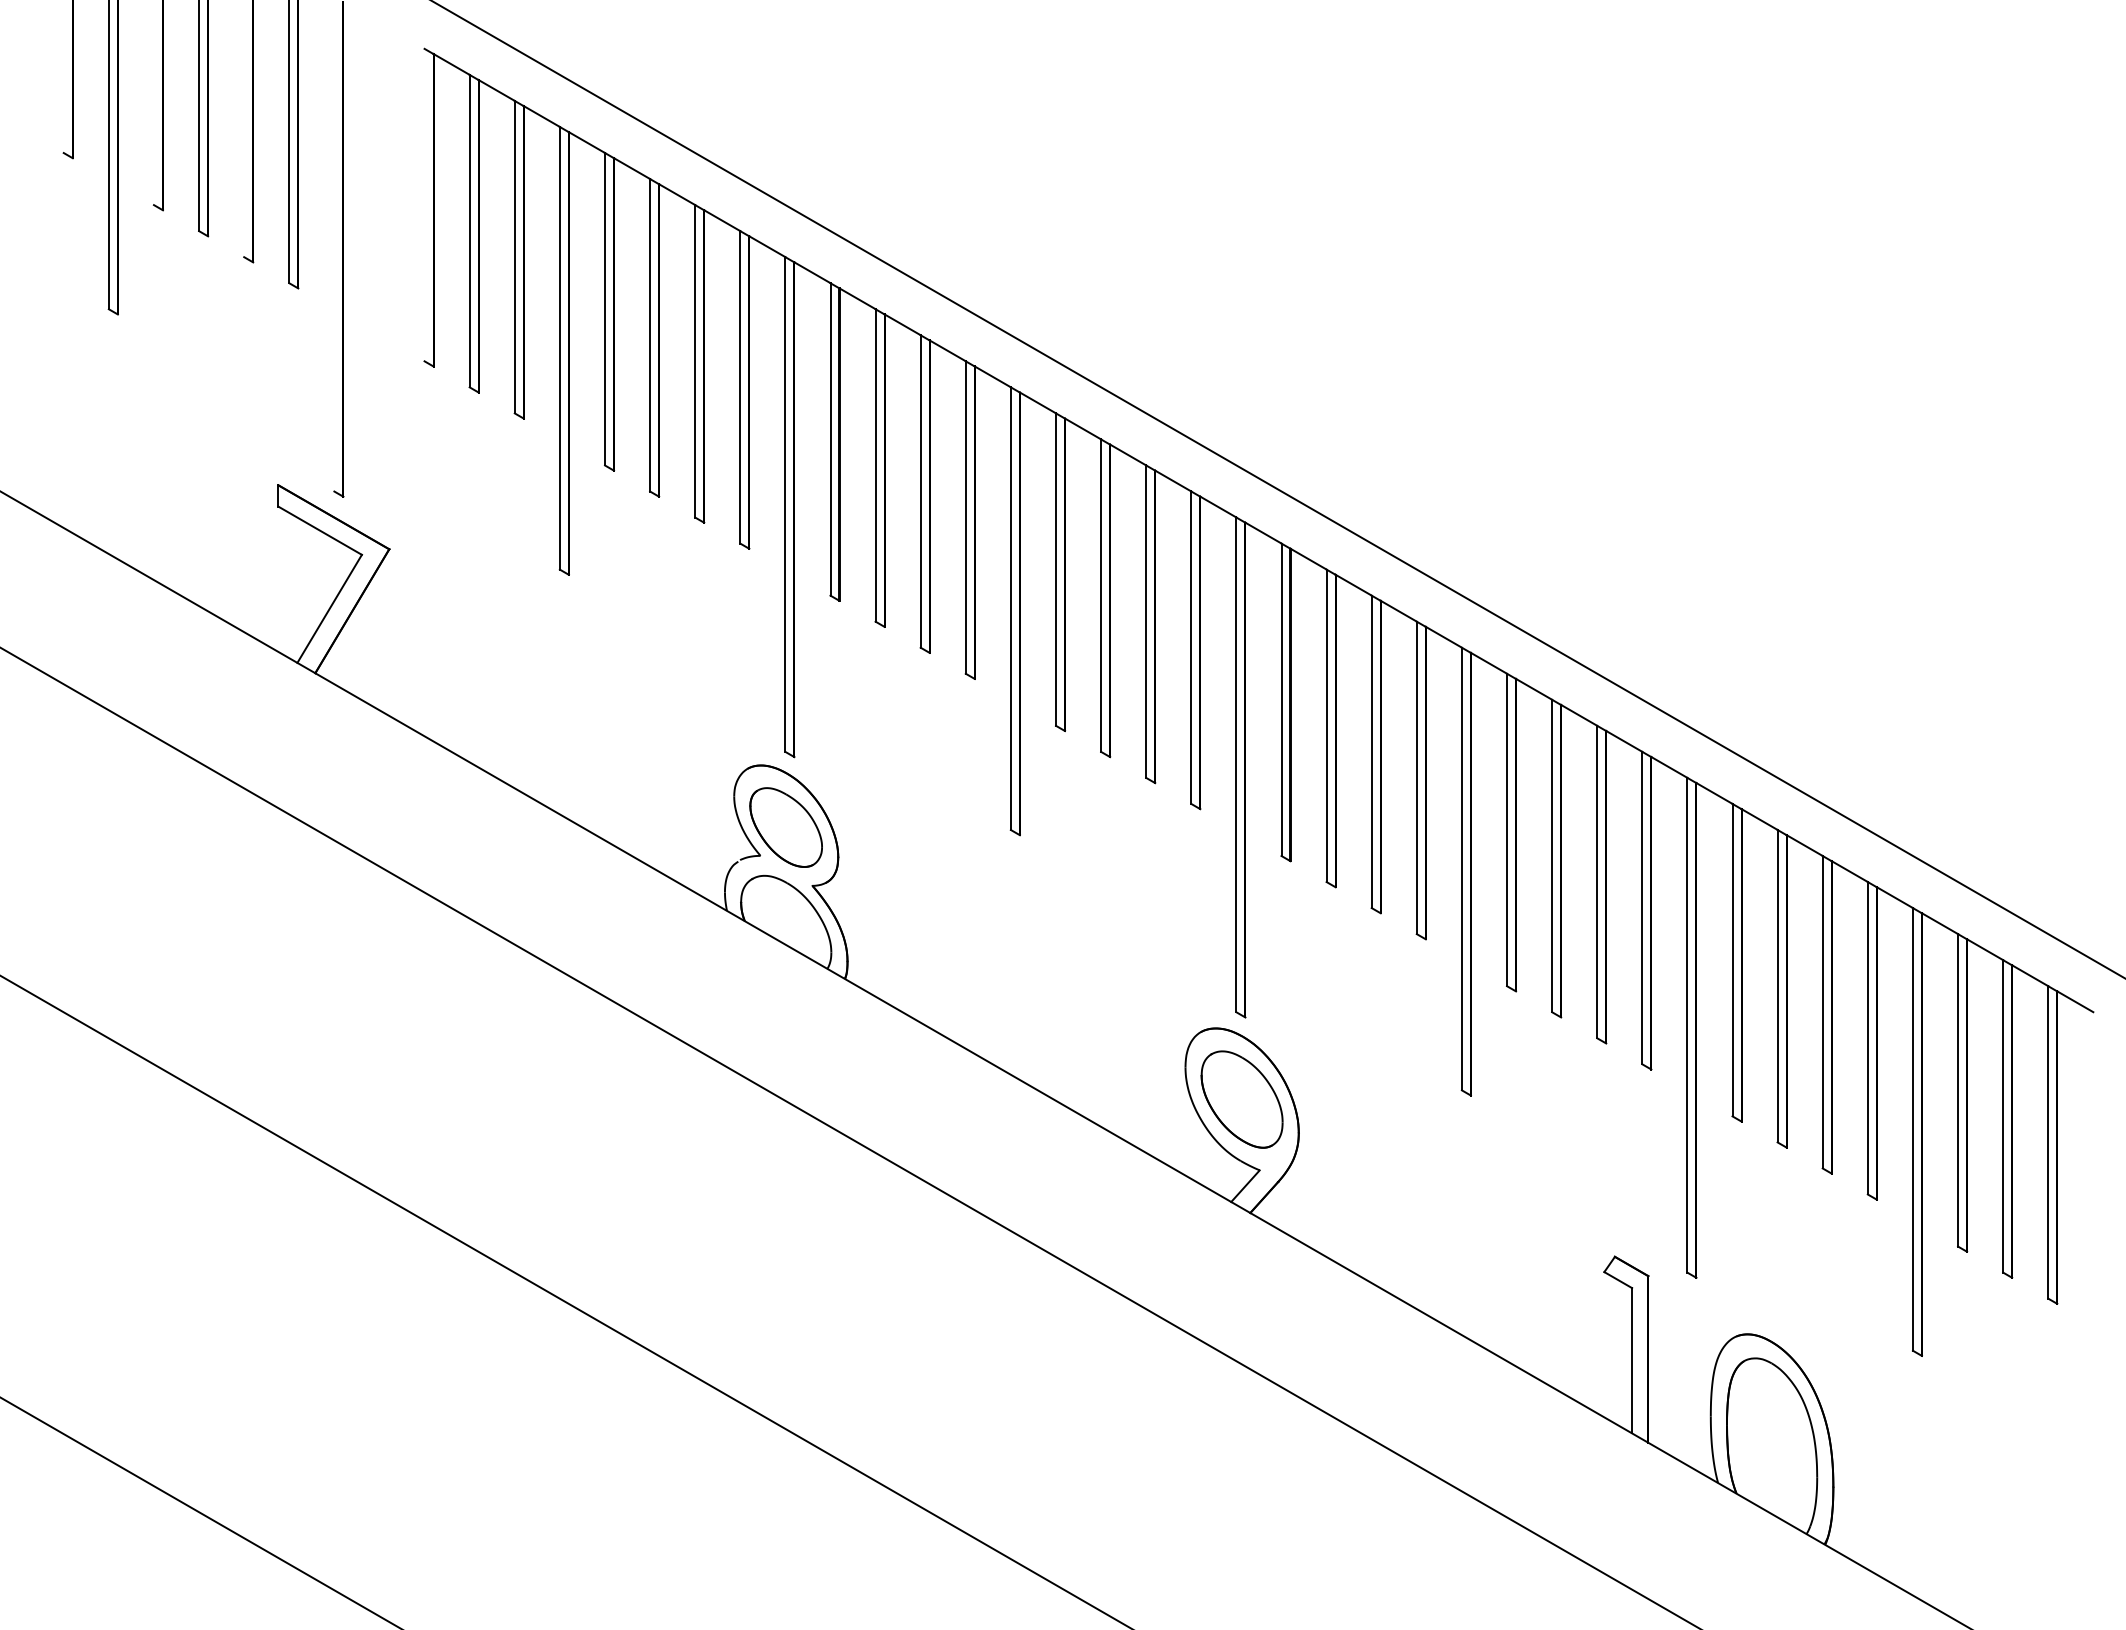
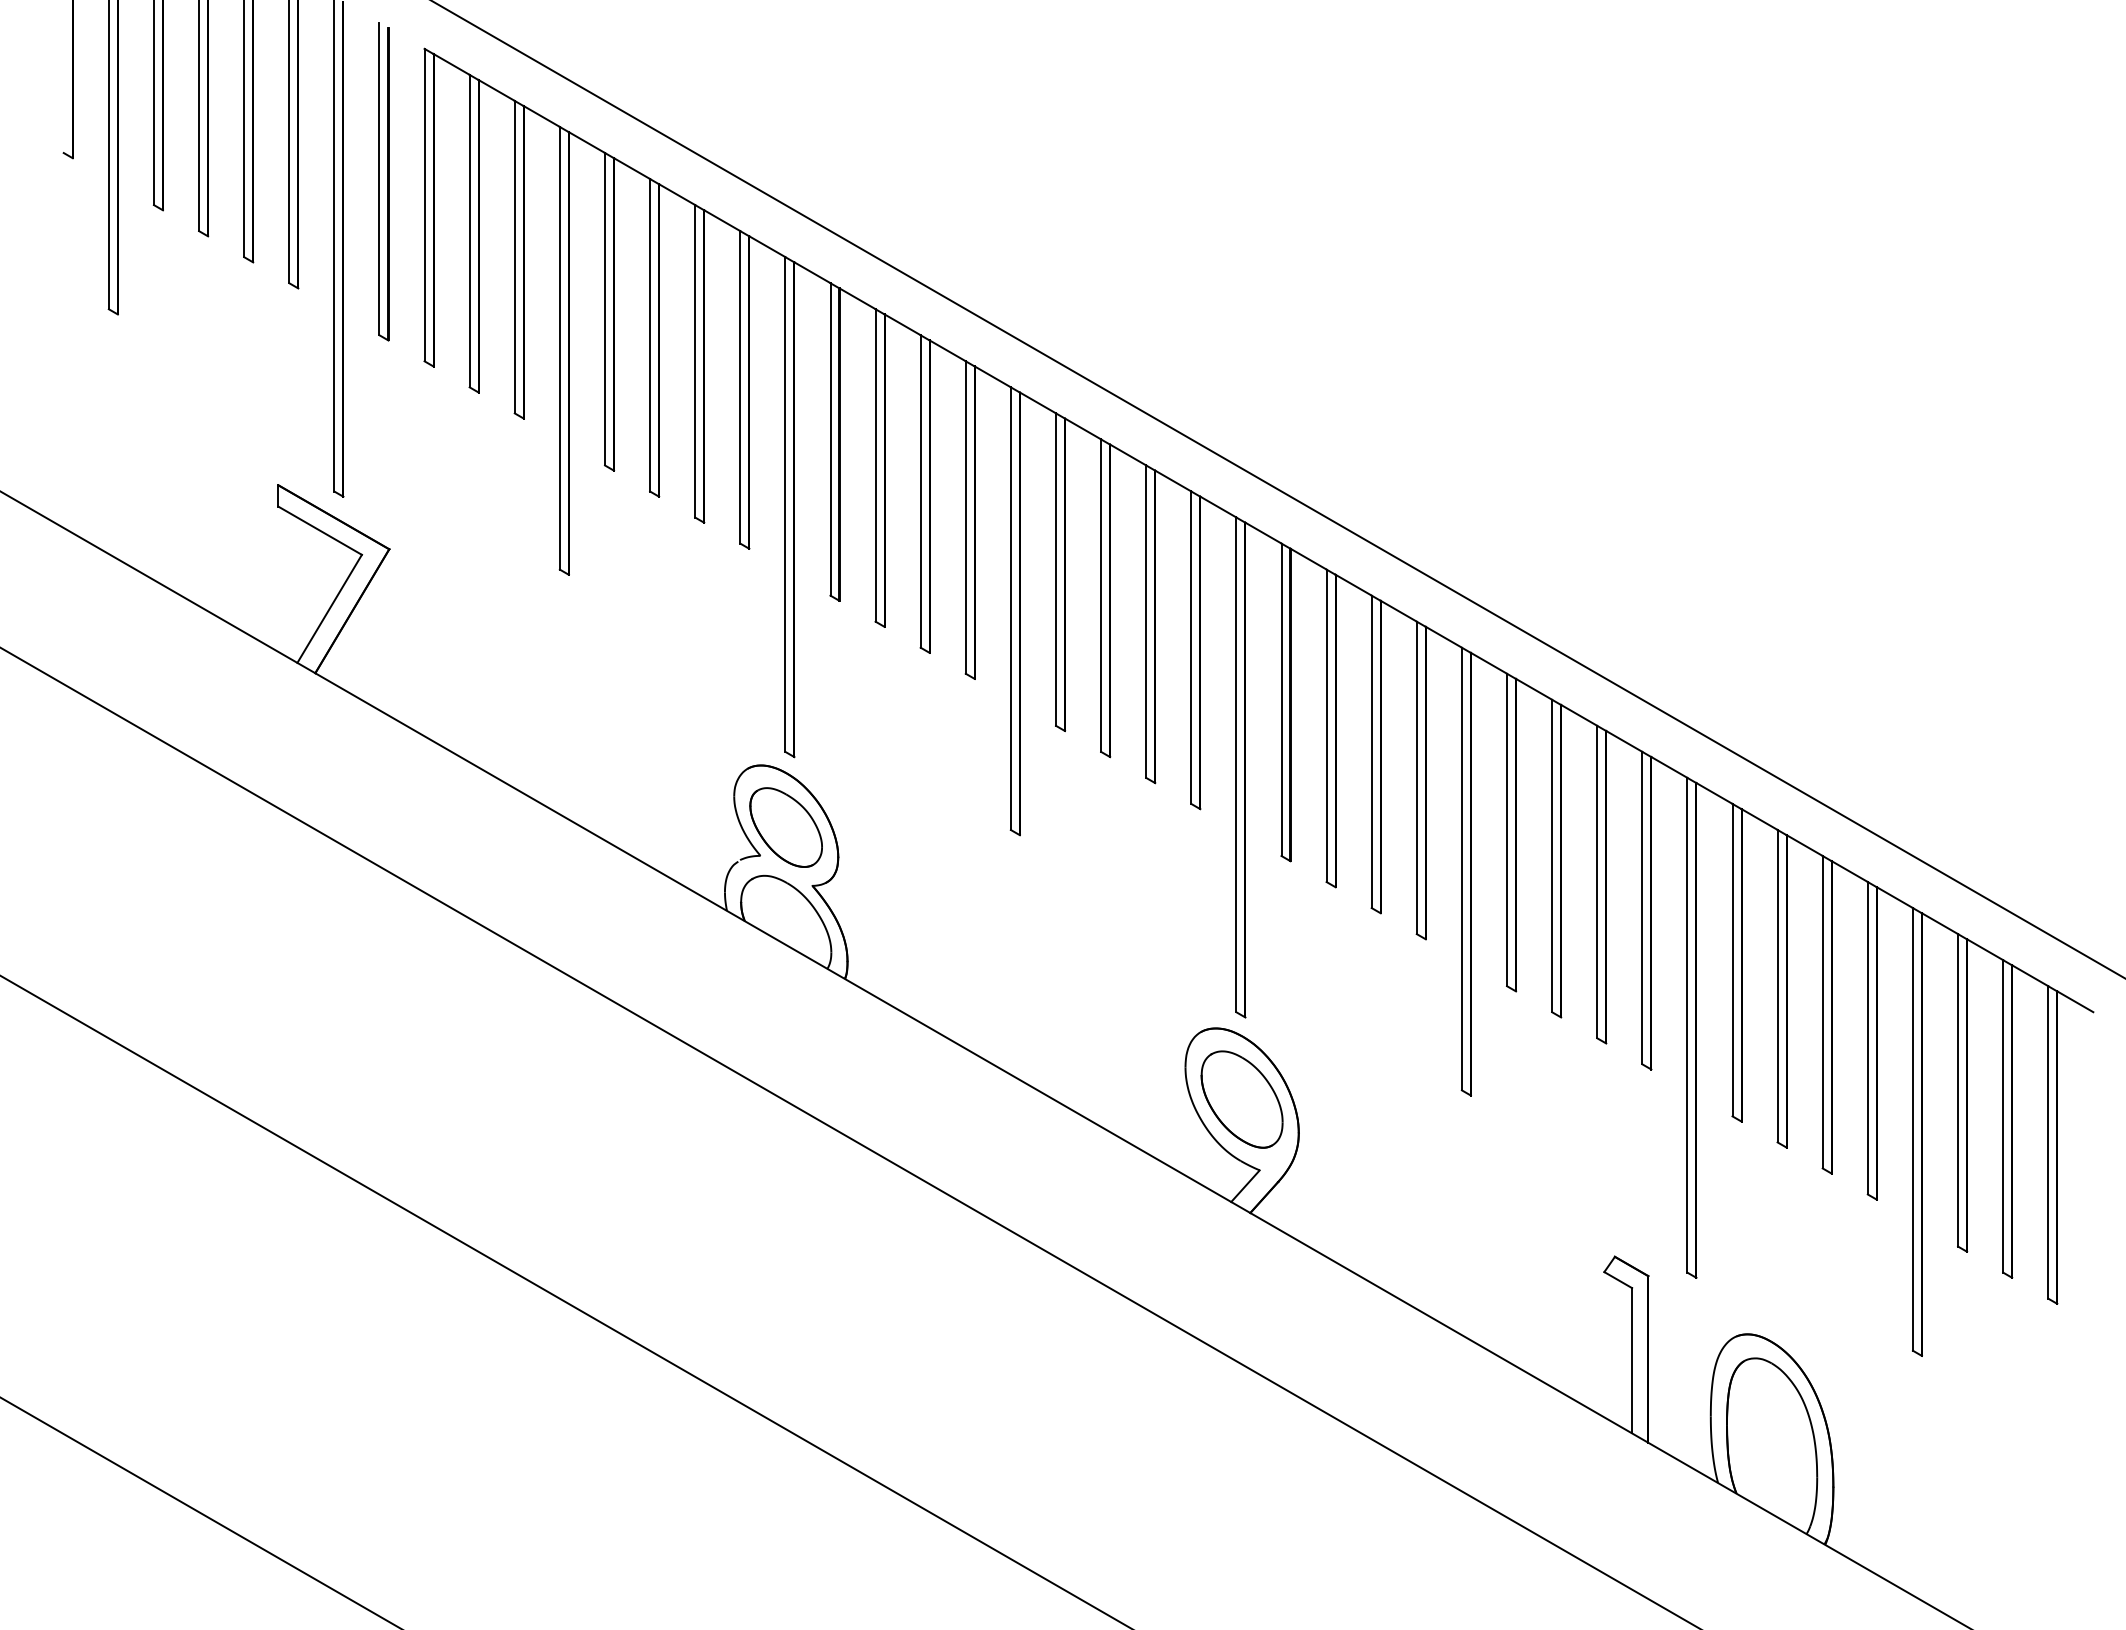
line at (153, 103): none -> present
line at (244, 129): none -> present
part at (383, 181): none -> present
line at (424, 204): none -> present
line at (334, 246): none -> present
